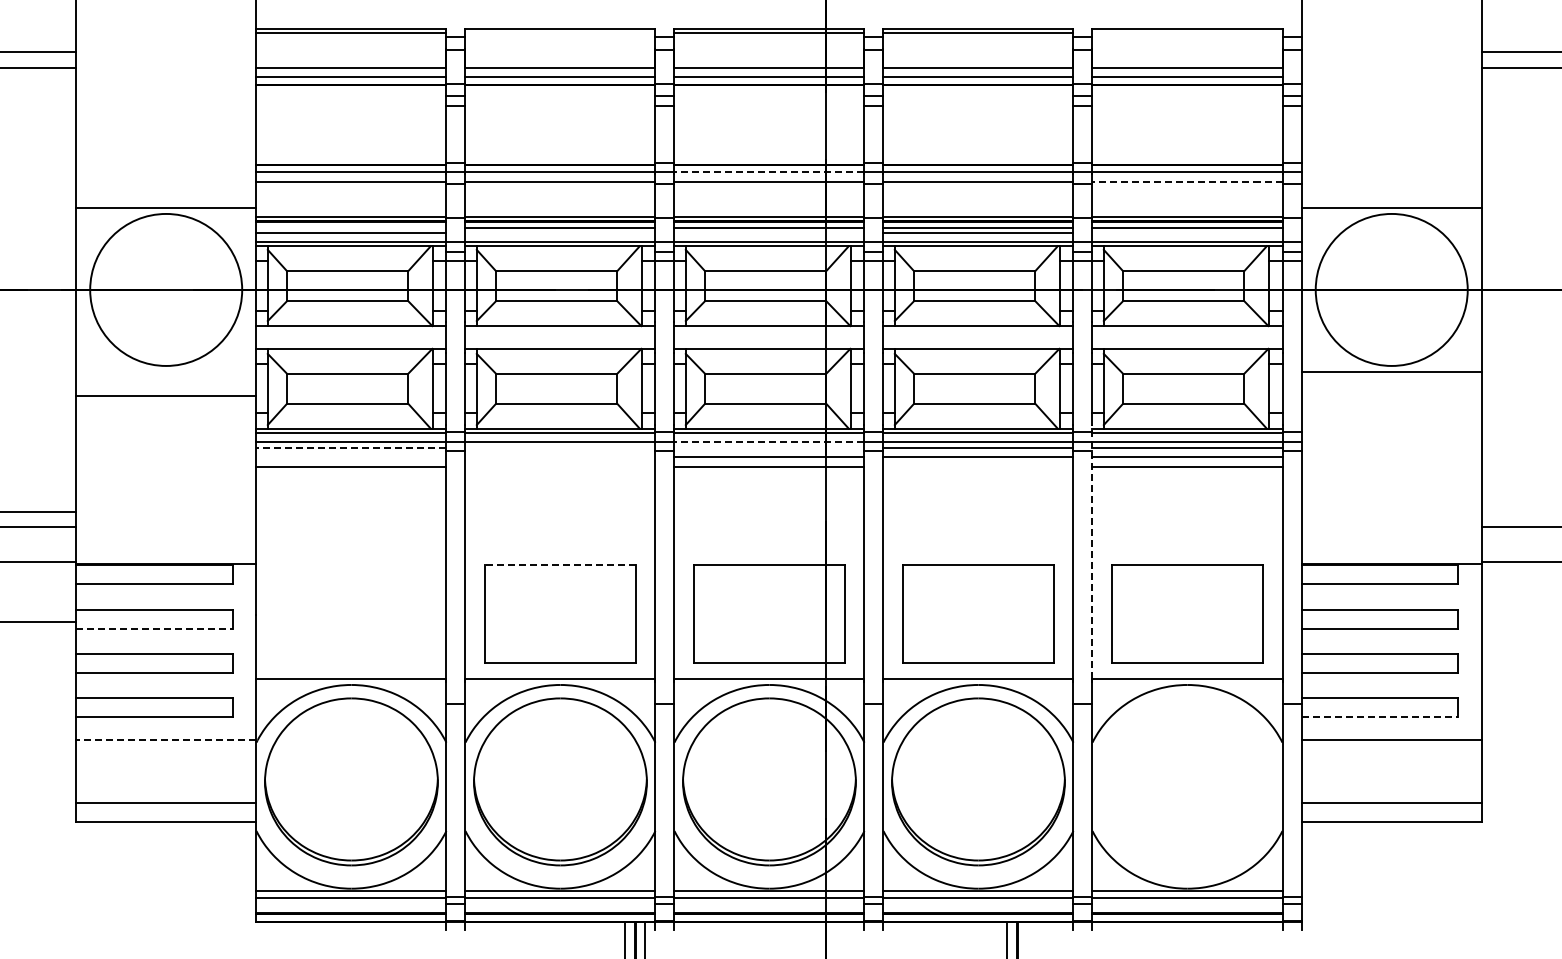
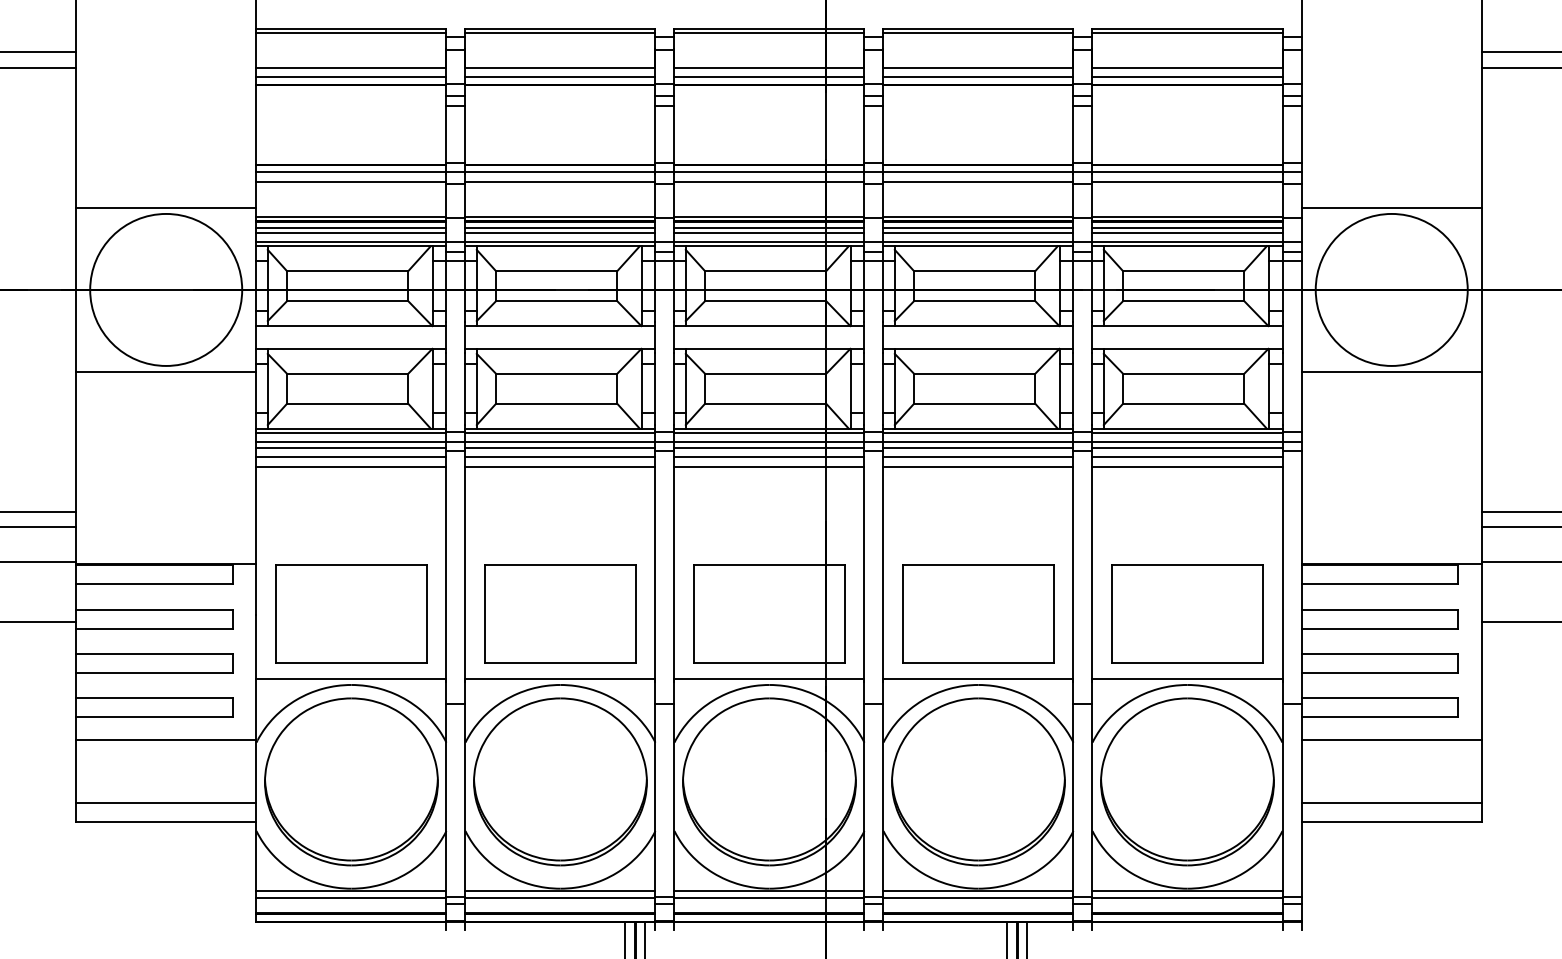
line at (560, 32): none -> present
line at (1187, 32): none -> present
line at (768, 172): dashed -> solid
line at (1186, 181): dashed -> solid
line at (351, 227): none -> present
line at (560, 232): none -> present
line at (769, 232): none -> present
line at (1187, 232): none -> present
line at (165, 395) position: (165, 395) -> (165, 371)
line at (768, 442): dashed -> solid
line at (350, 447): dashed -> solid
line at (560, 447): none -> present
line at (769, 447): none -> present
line at (351, 457): none -> present
line at (560, 457): none -> present
line at (560, 466): none -> present
line at (978, 466): none -> present
line at (1519, 512): none -> present
line at (1092, 551): dashed -> solid
line at (559, 565): dashed -> solid
part at (351, 613): none -> present
line at (1519, 622): none -> present
line at (154, 628): dashed -> solid
line at (1380, 716): dashed -> solid
line at (165, 740): dashed -> solid
part at (1187, 781): none -> present
line at (1027, 938): none -> present
